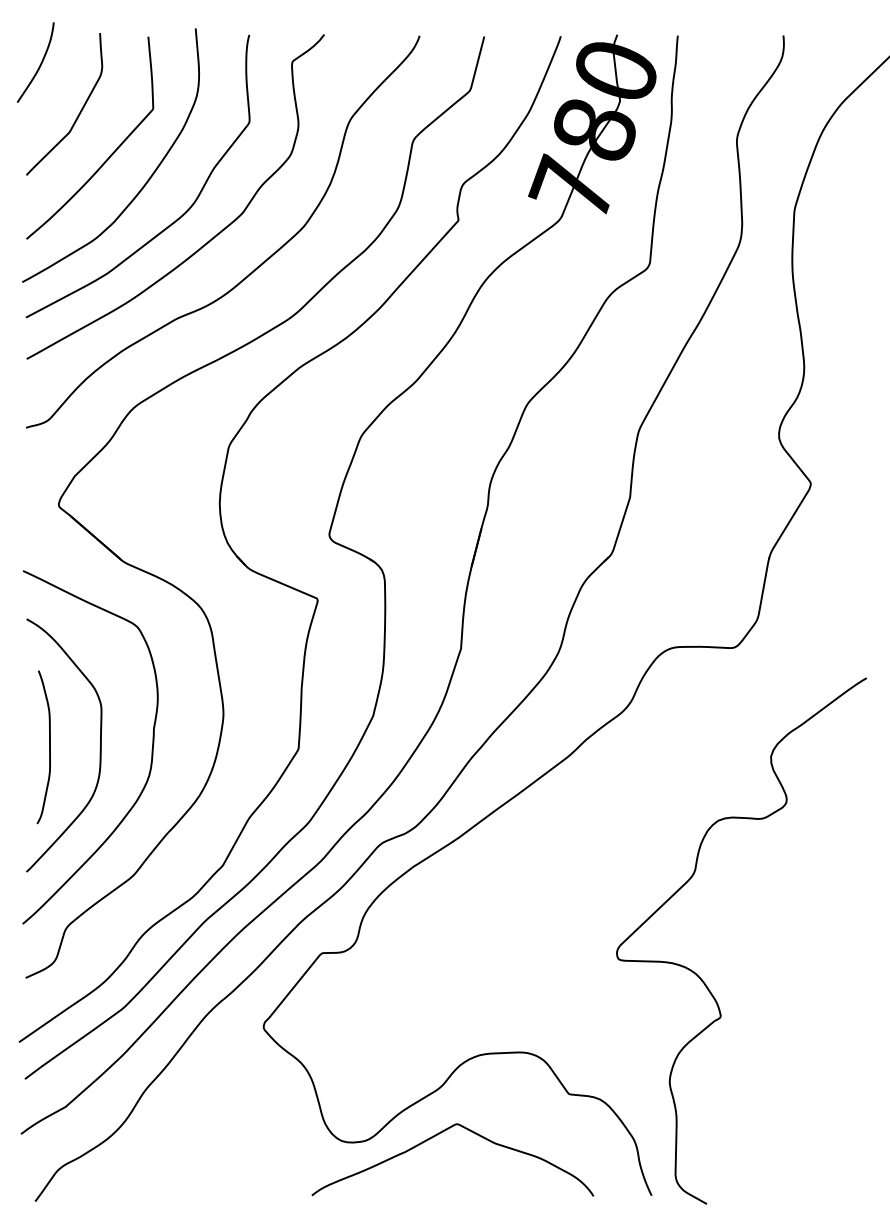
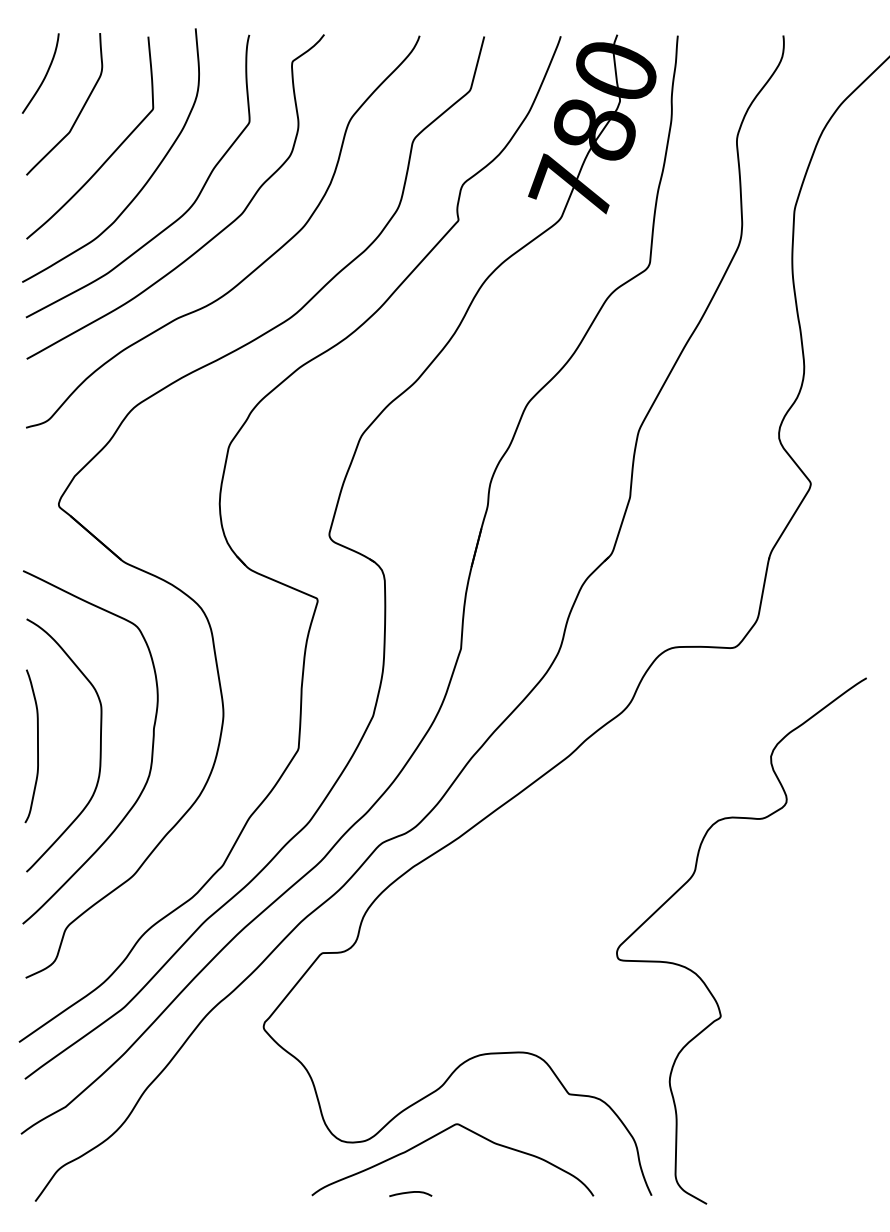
curve at (39, 65) position: (39, 65) -> (44, 76)
curve at (49, 747) position: (49, 747) -> (37, 746)
curve at (410, 1193): none -> present
